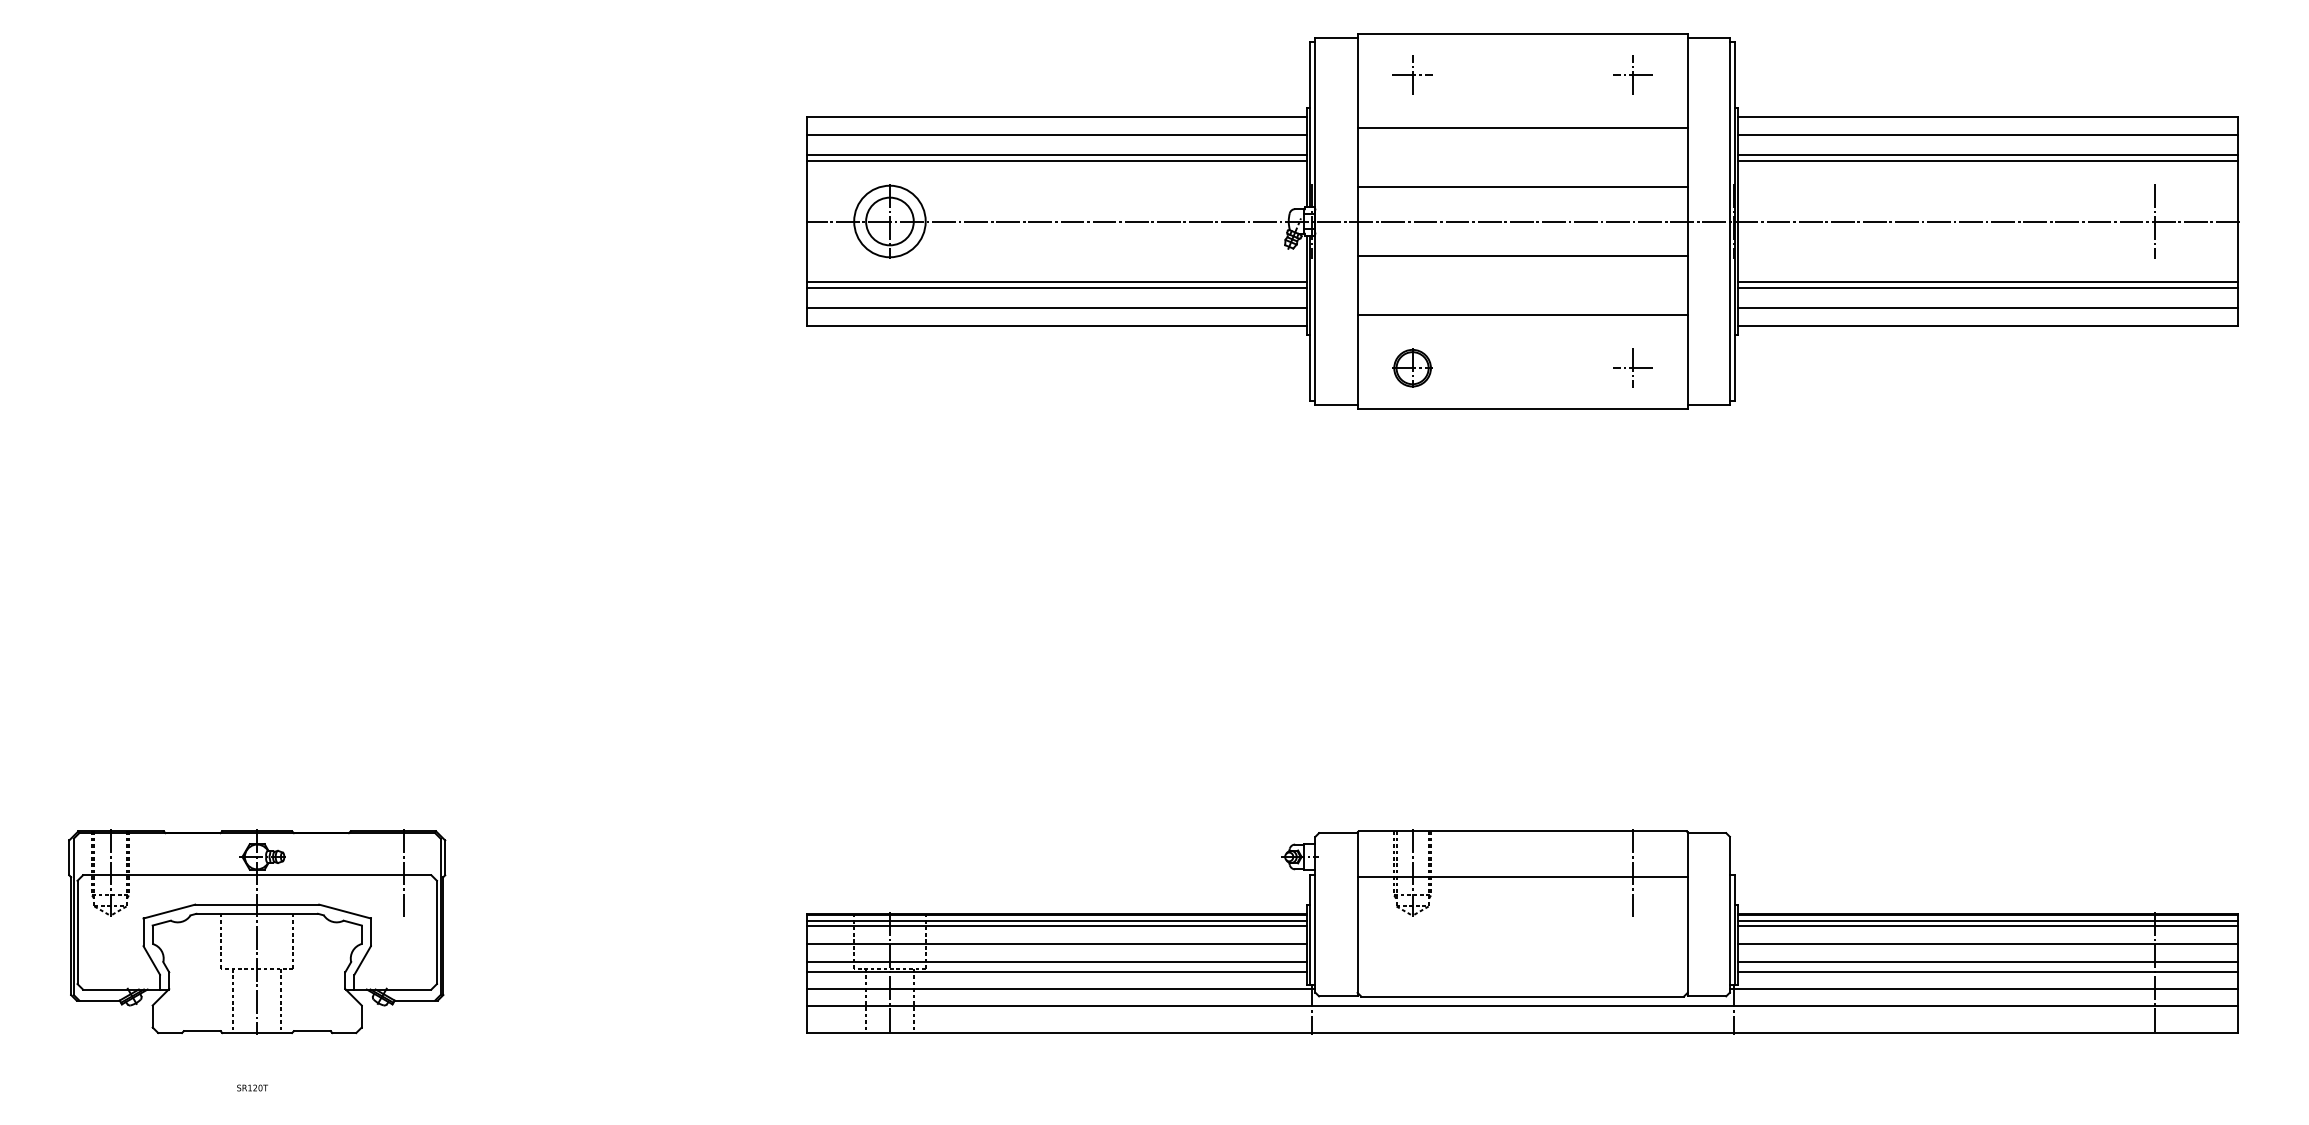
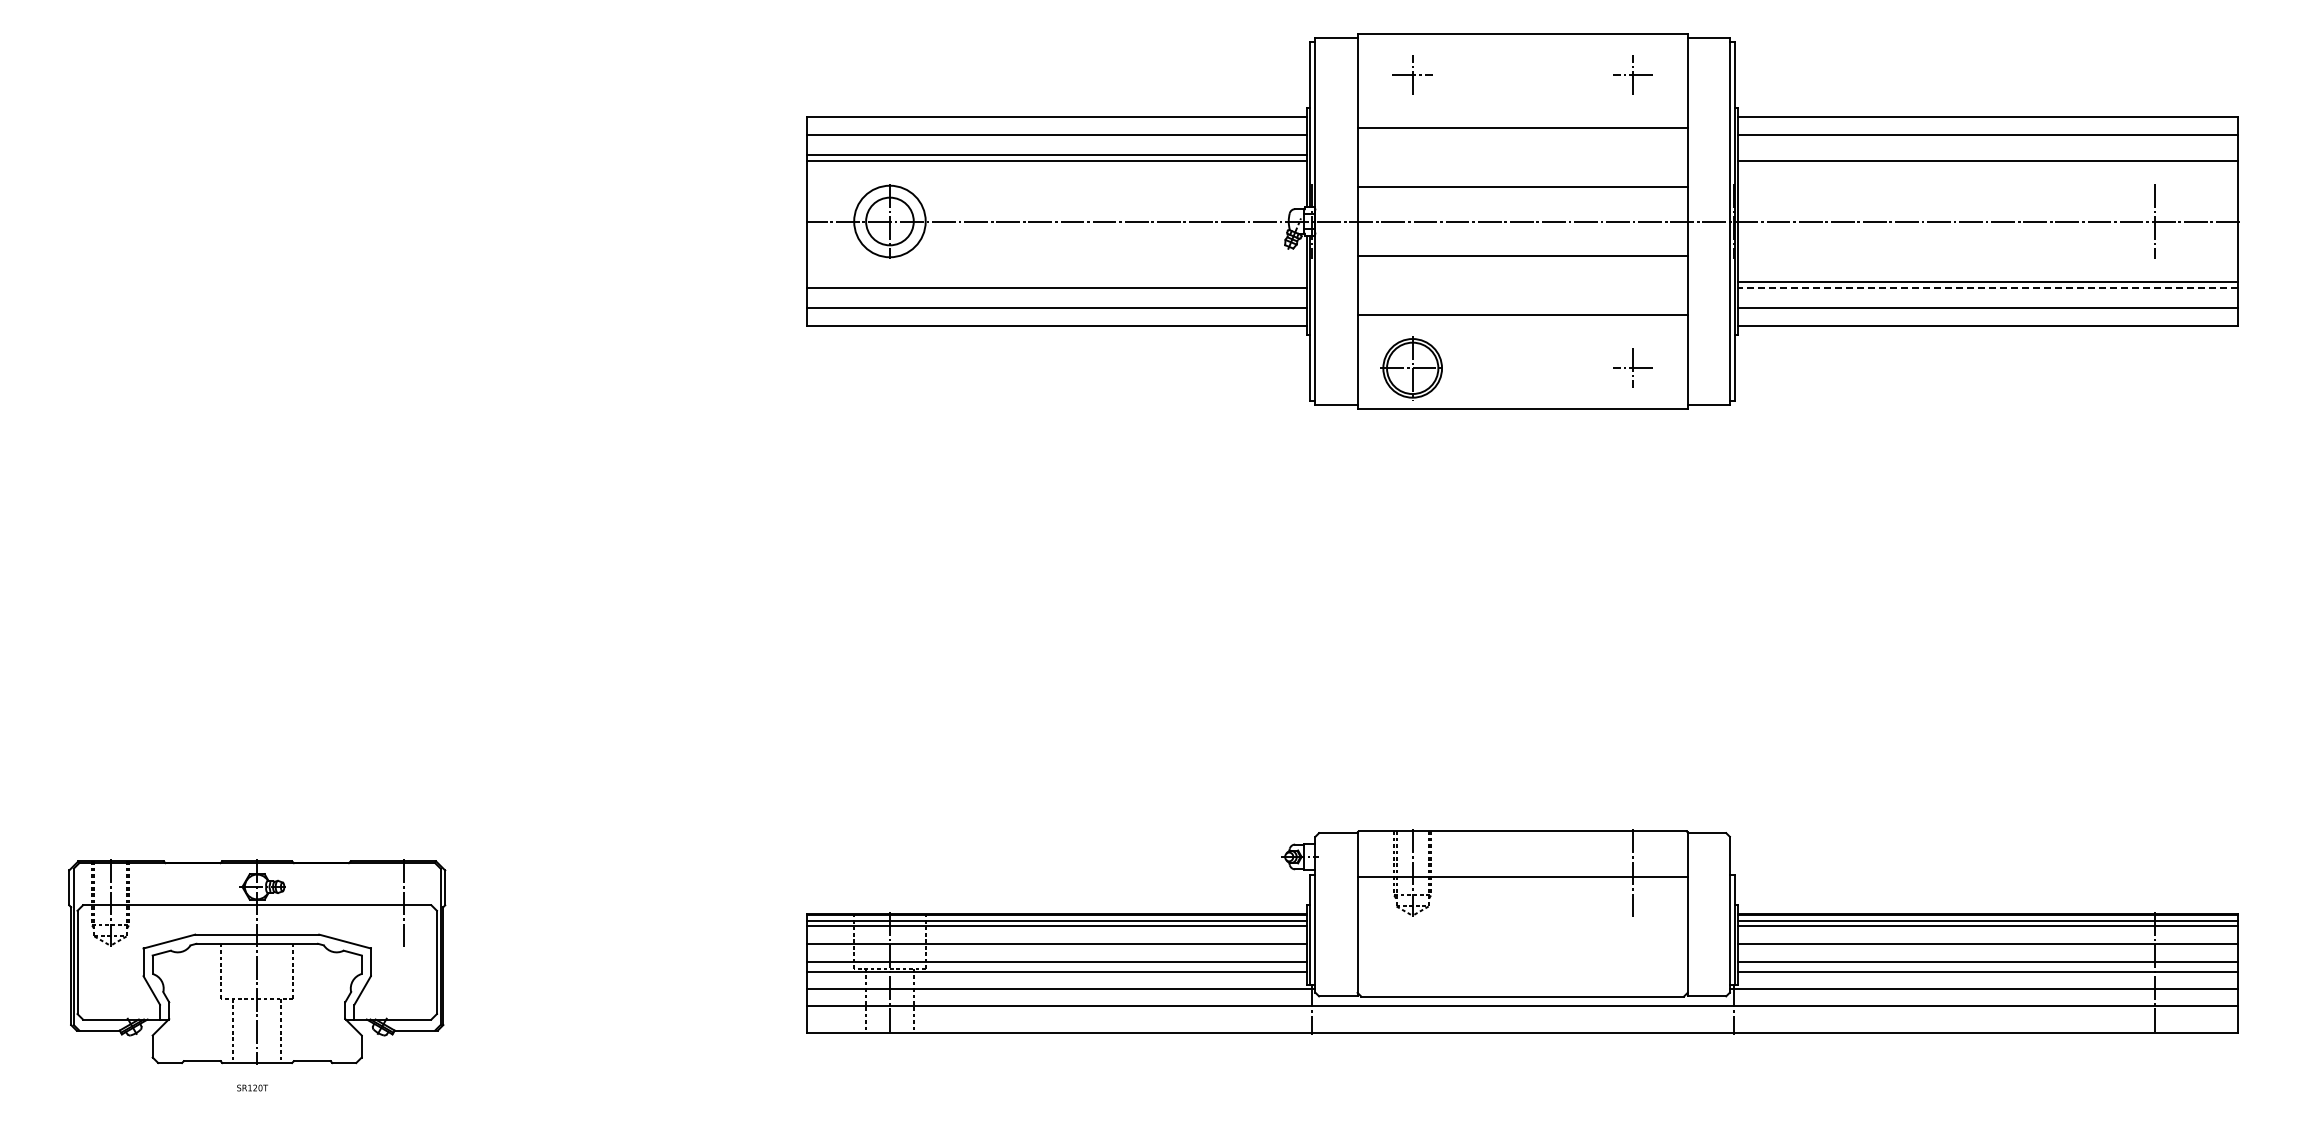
line at (1987, 154): present -> none
line at (1057, 282): present -> none
line at (1988, 288): solid -> dashed
part at (1412, 367) size: 41x40 px -> 63x65 px
part at (257, 931) position: (257, 931) -> (257, 961)
